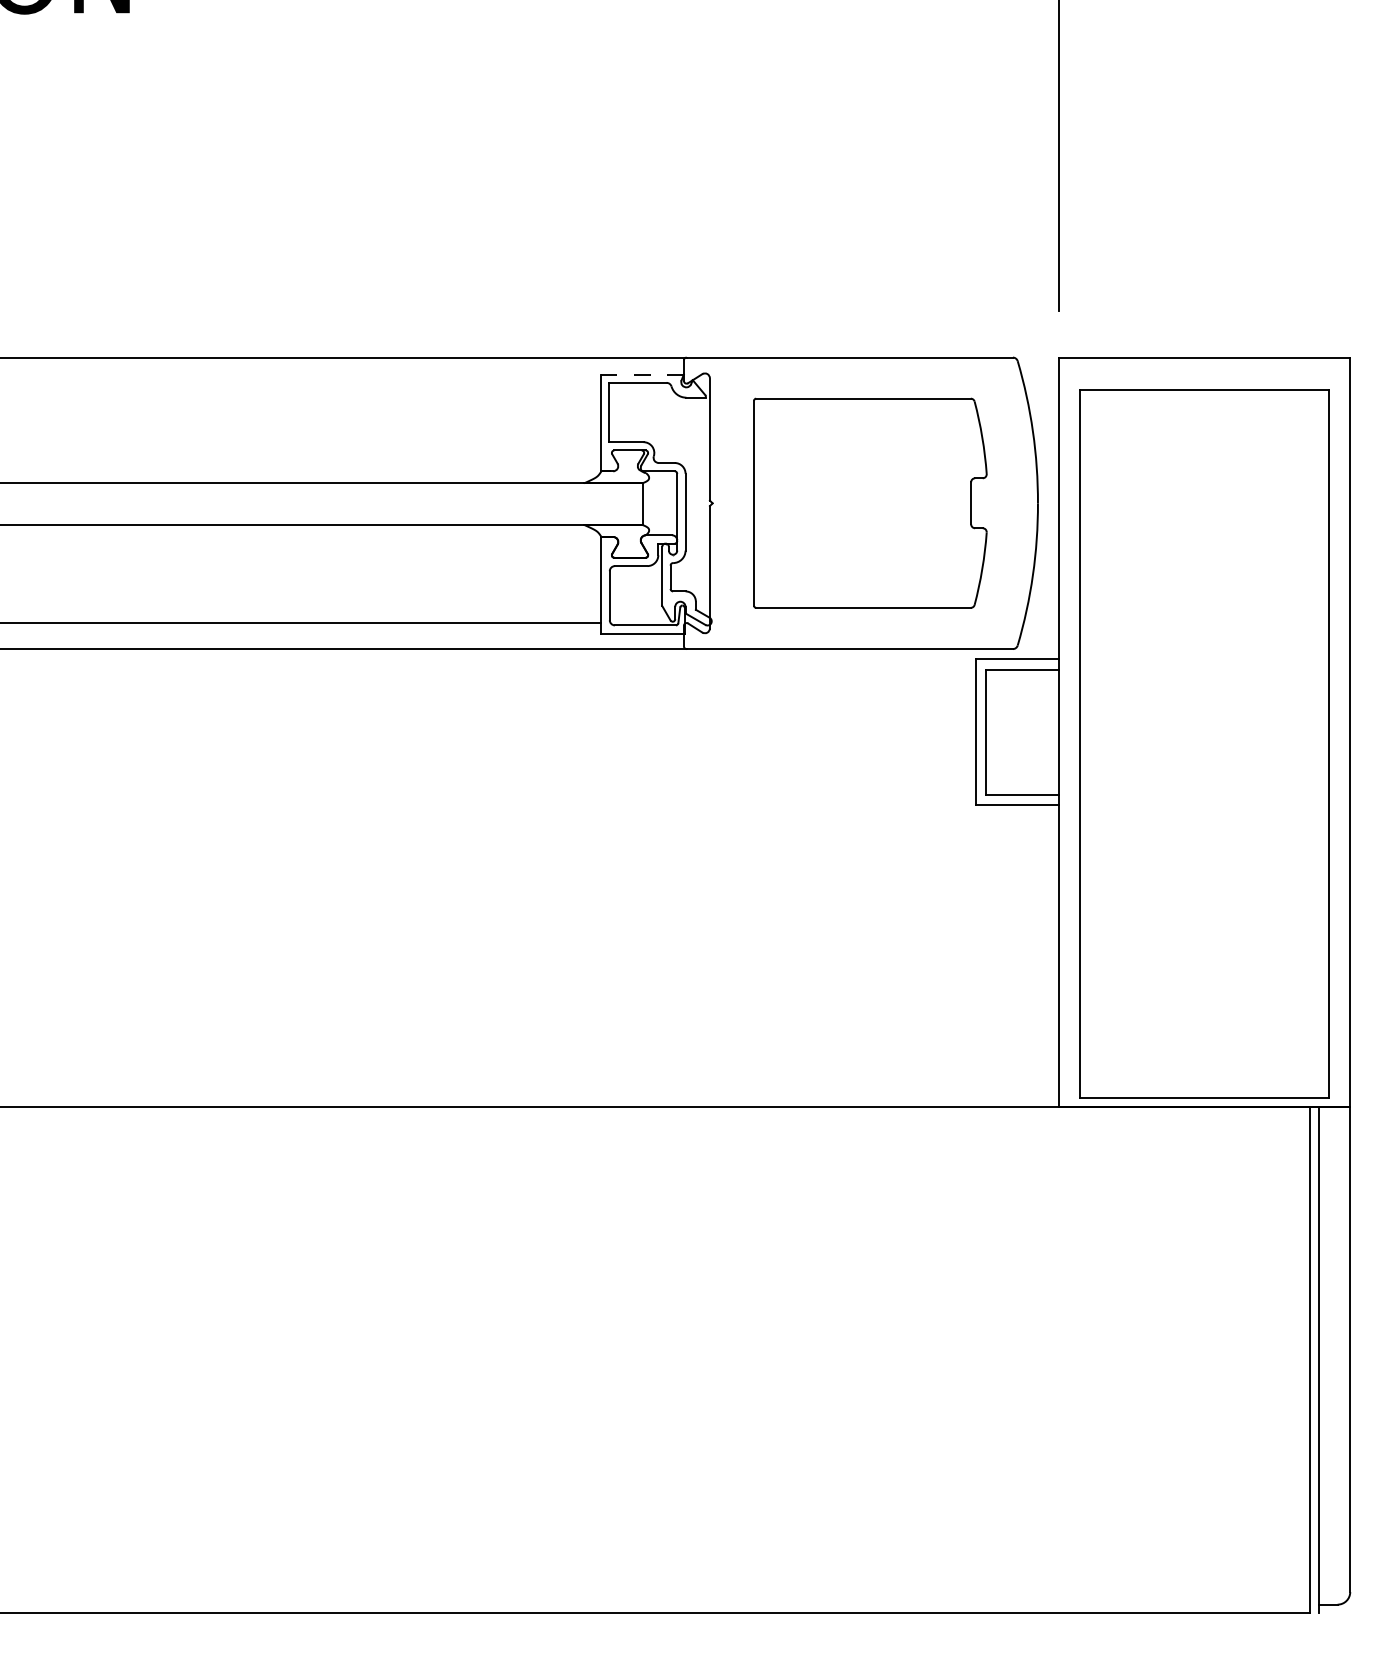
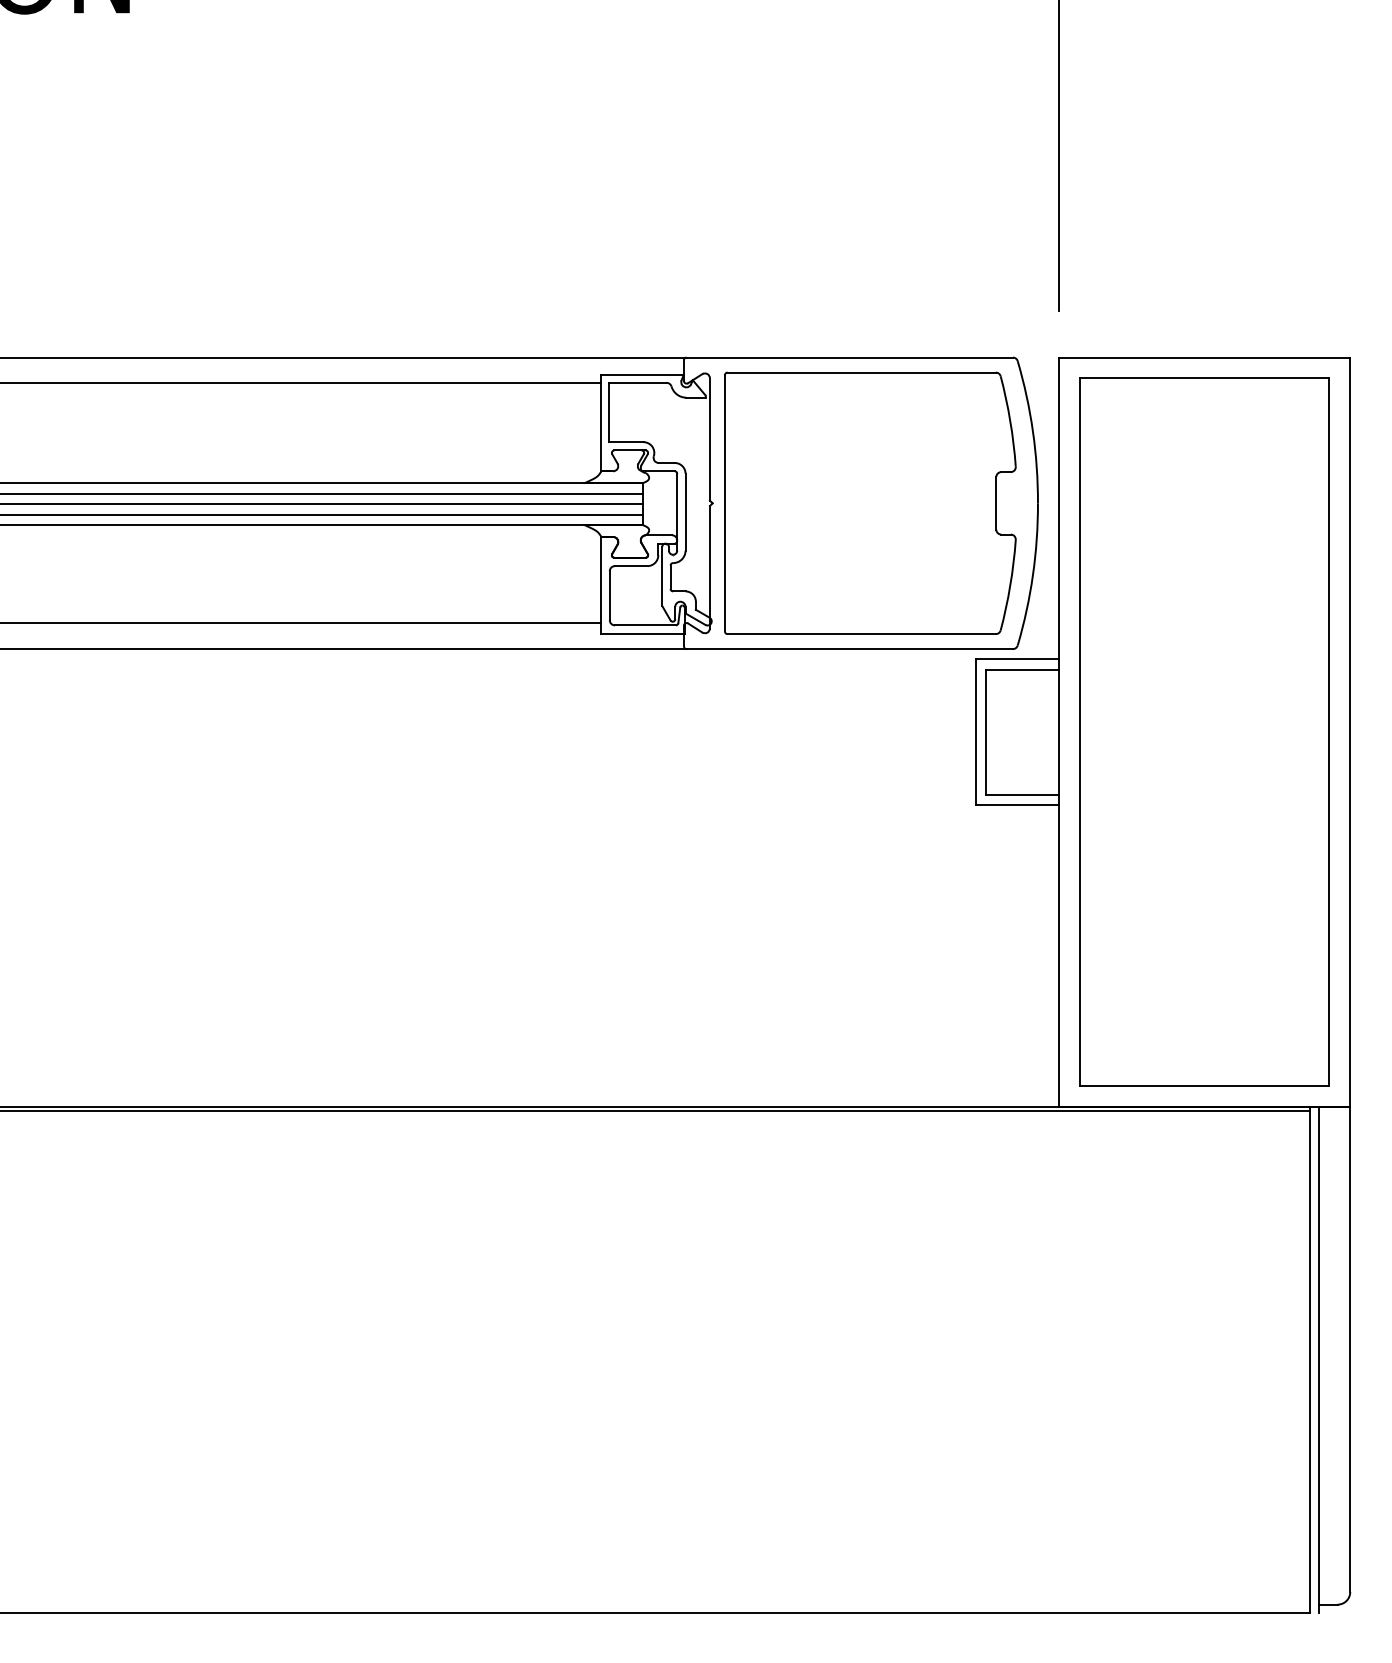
line at (642, 374): dashed -> solid
line at (301, 383): none -> present
line at (322, 493): none -> present
part at (870, 502) size: 235x212 px -> 293x264 px
line at (322, 504): none -> present
line at (322, 514): none -> present
part at (1204, 743) position: (1204, 743) -> (1204, 731)
line at (656, 1111): none -> present
